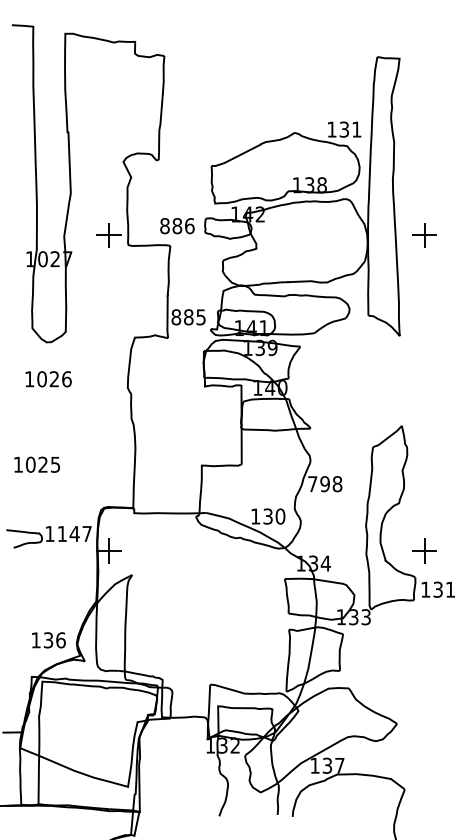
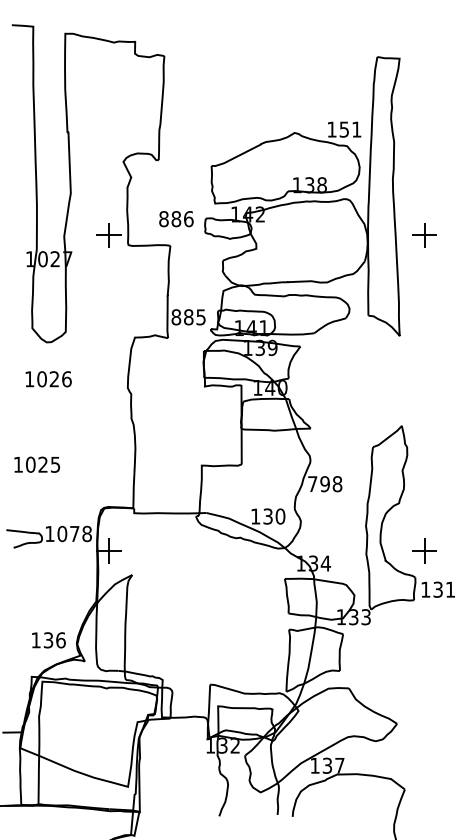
text at (344, 128): 131 -> 151
text at (177, 226) position: (177, 226) -> (176, 219)
text at (74, 533): 1147 -> 1078
